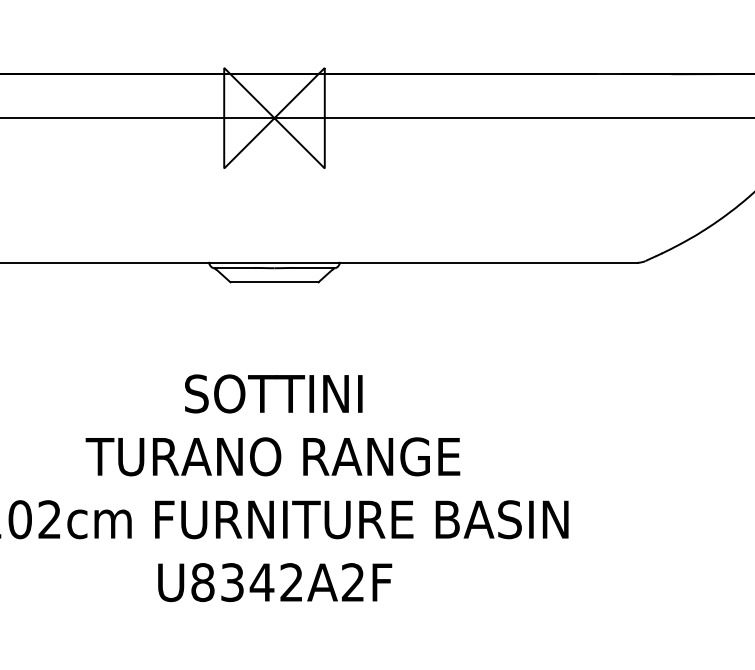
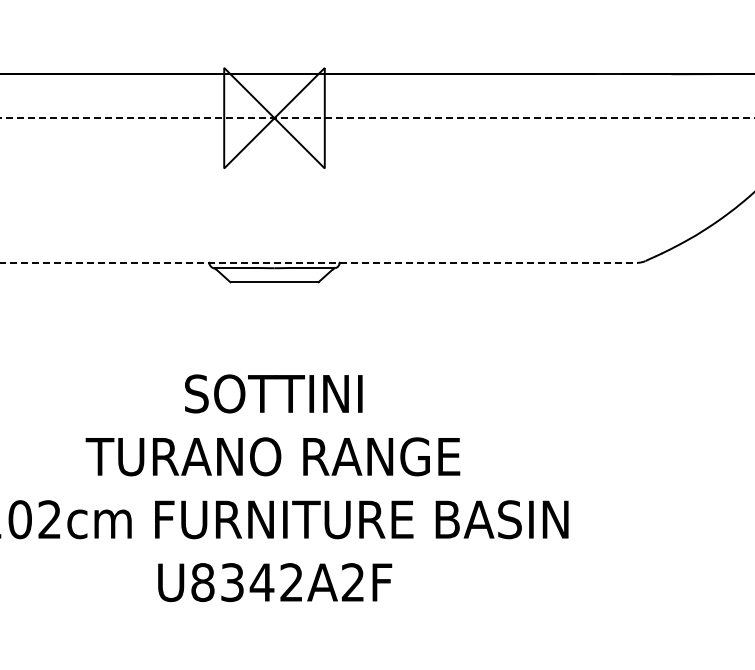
line at (377, 118): solid -> dashed
line at (318, 262): solid -> dashed
